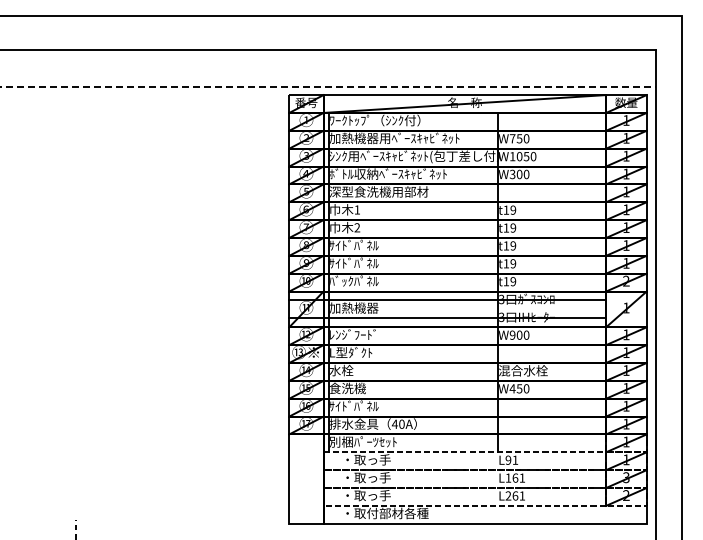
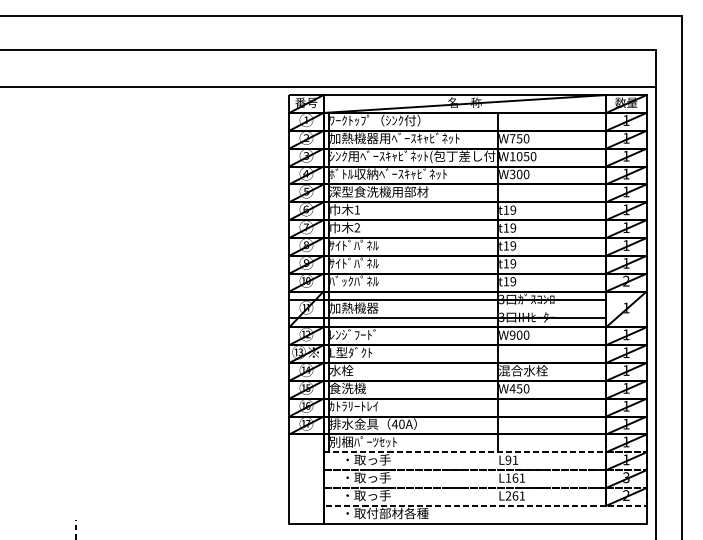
line at (328, 86): dashed -> solid
text at (354, 405): ｻｲﾄﾞﾊﾟﾈﾙ -> ｶﾄﾗﾘｰﾄﾚｲ
